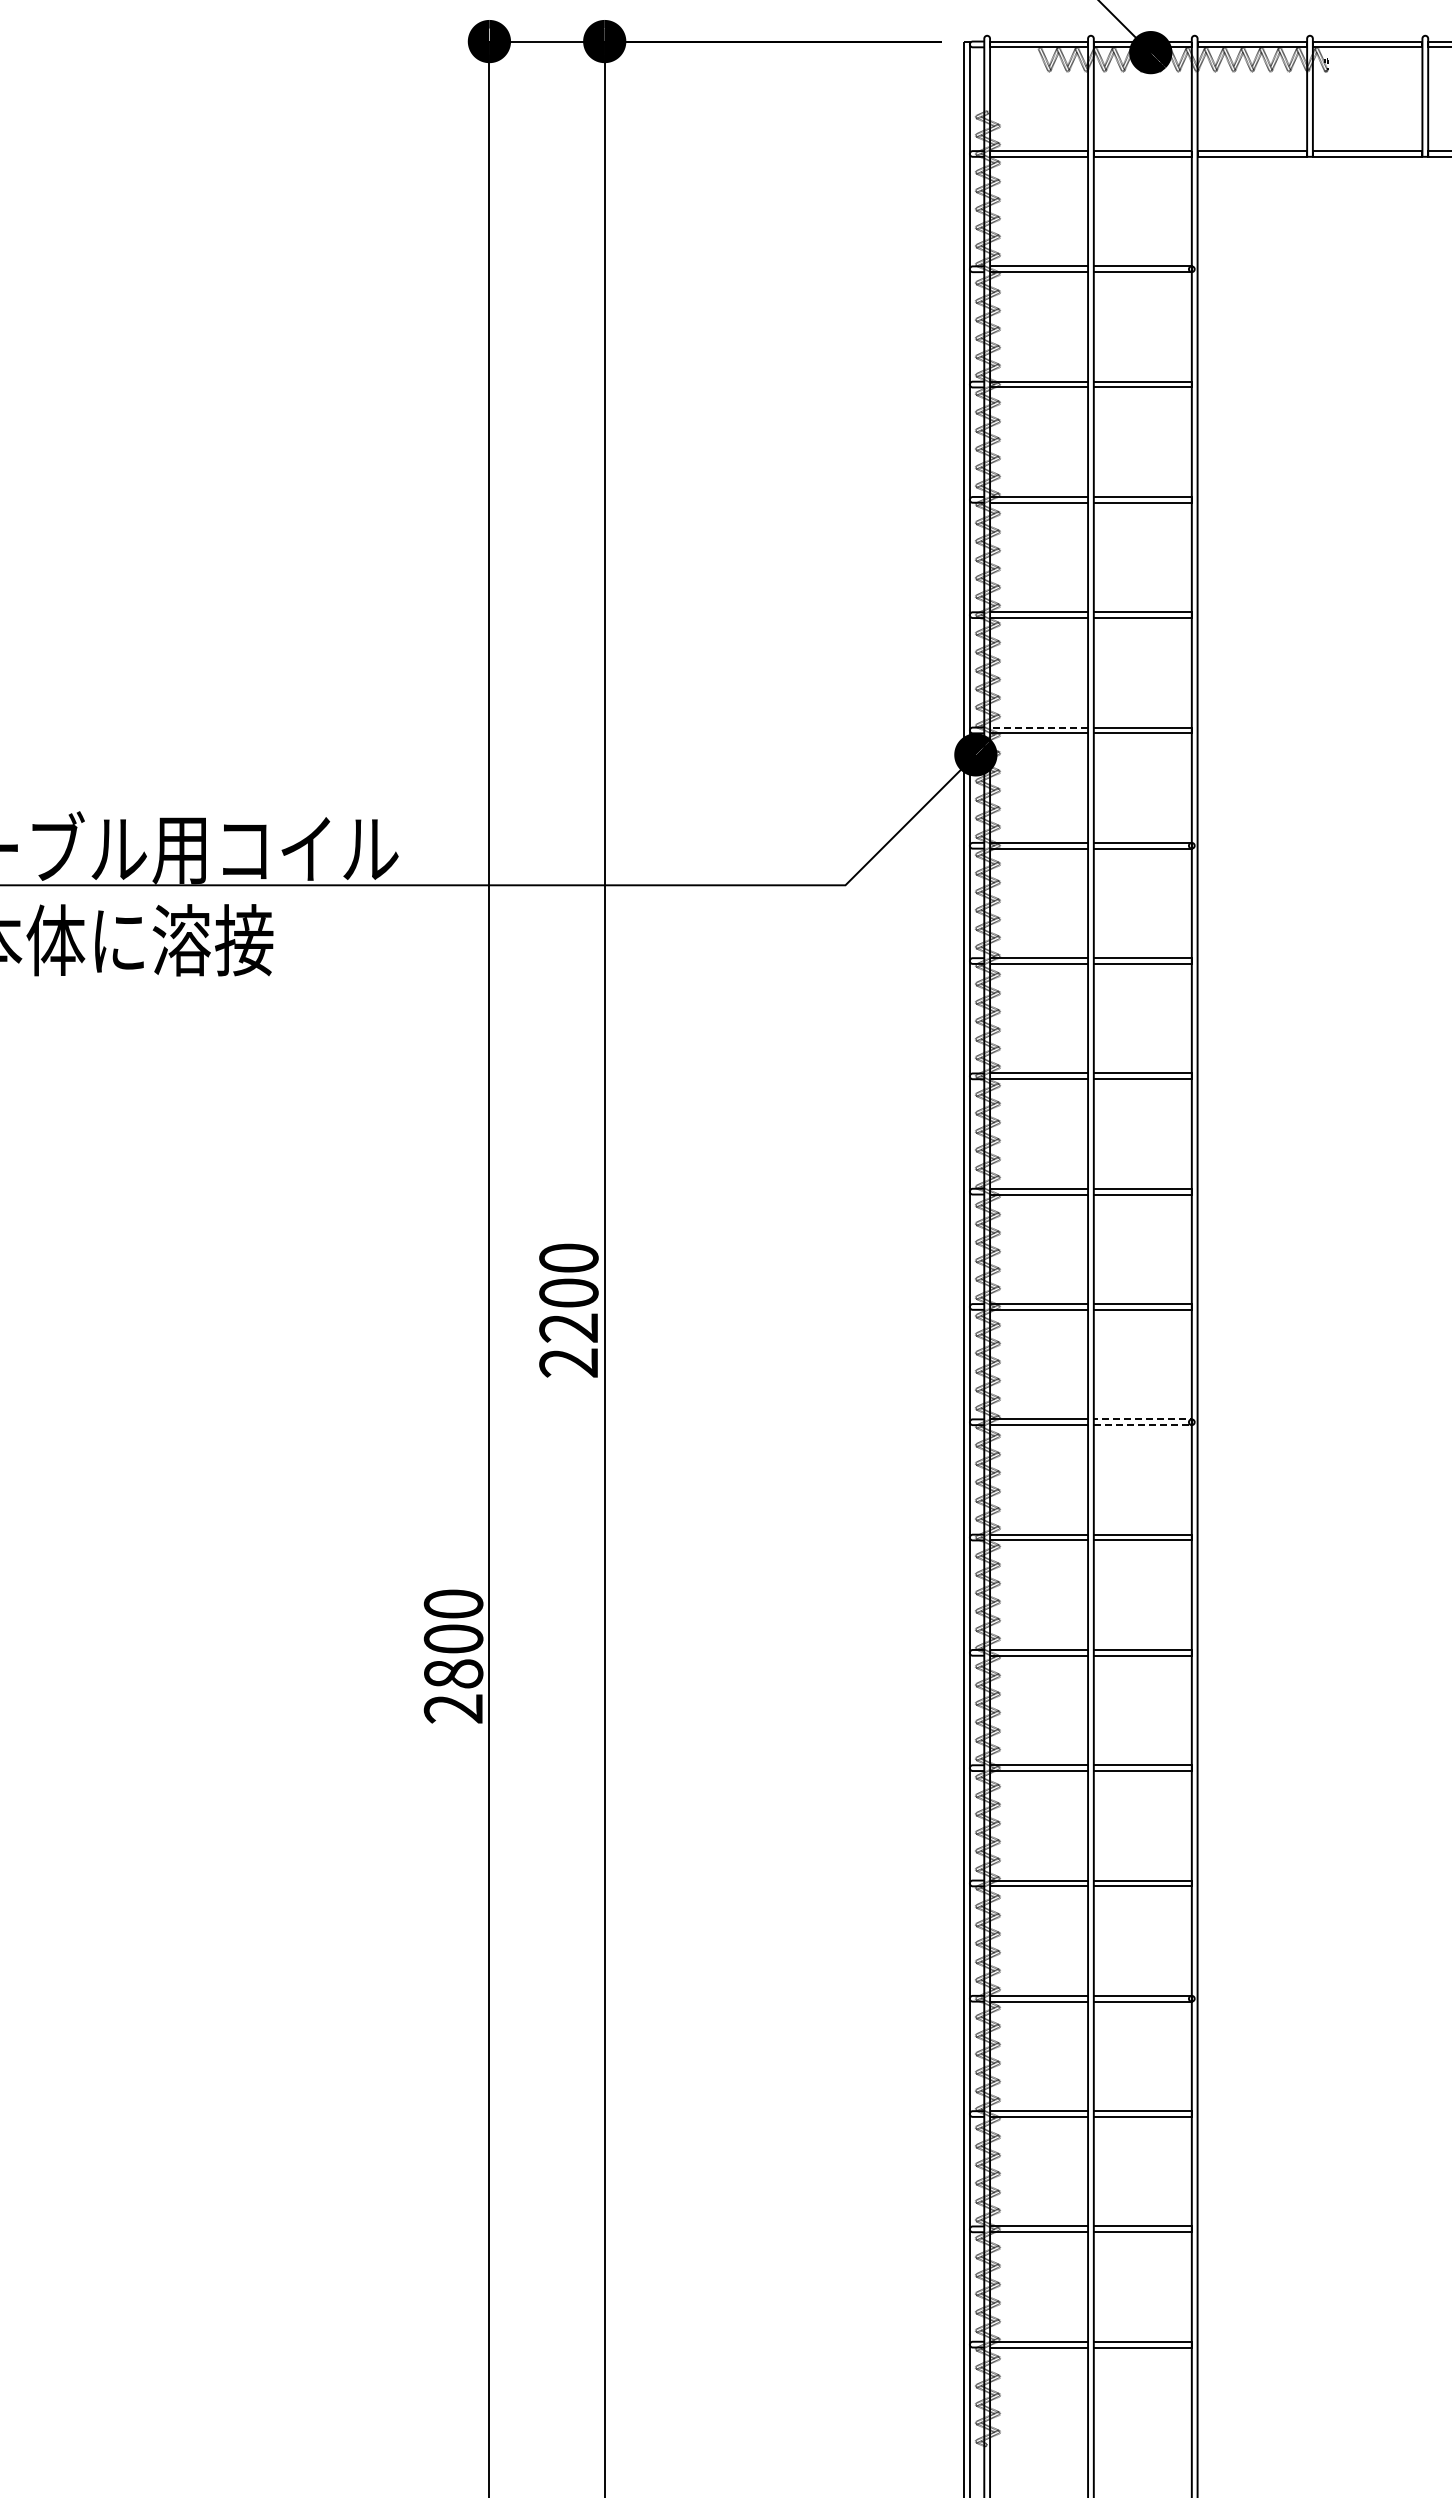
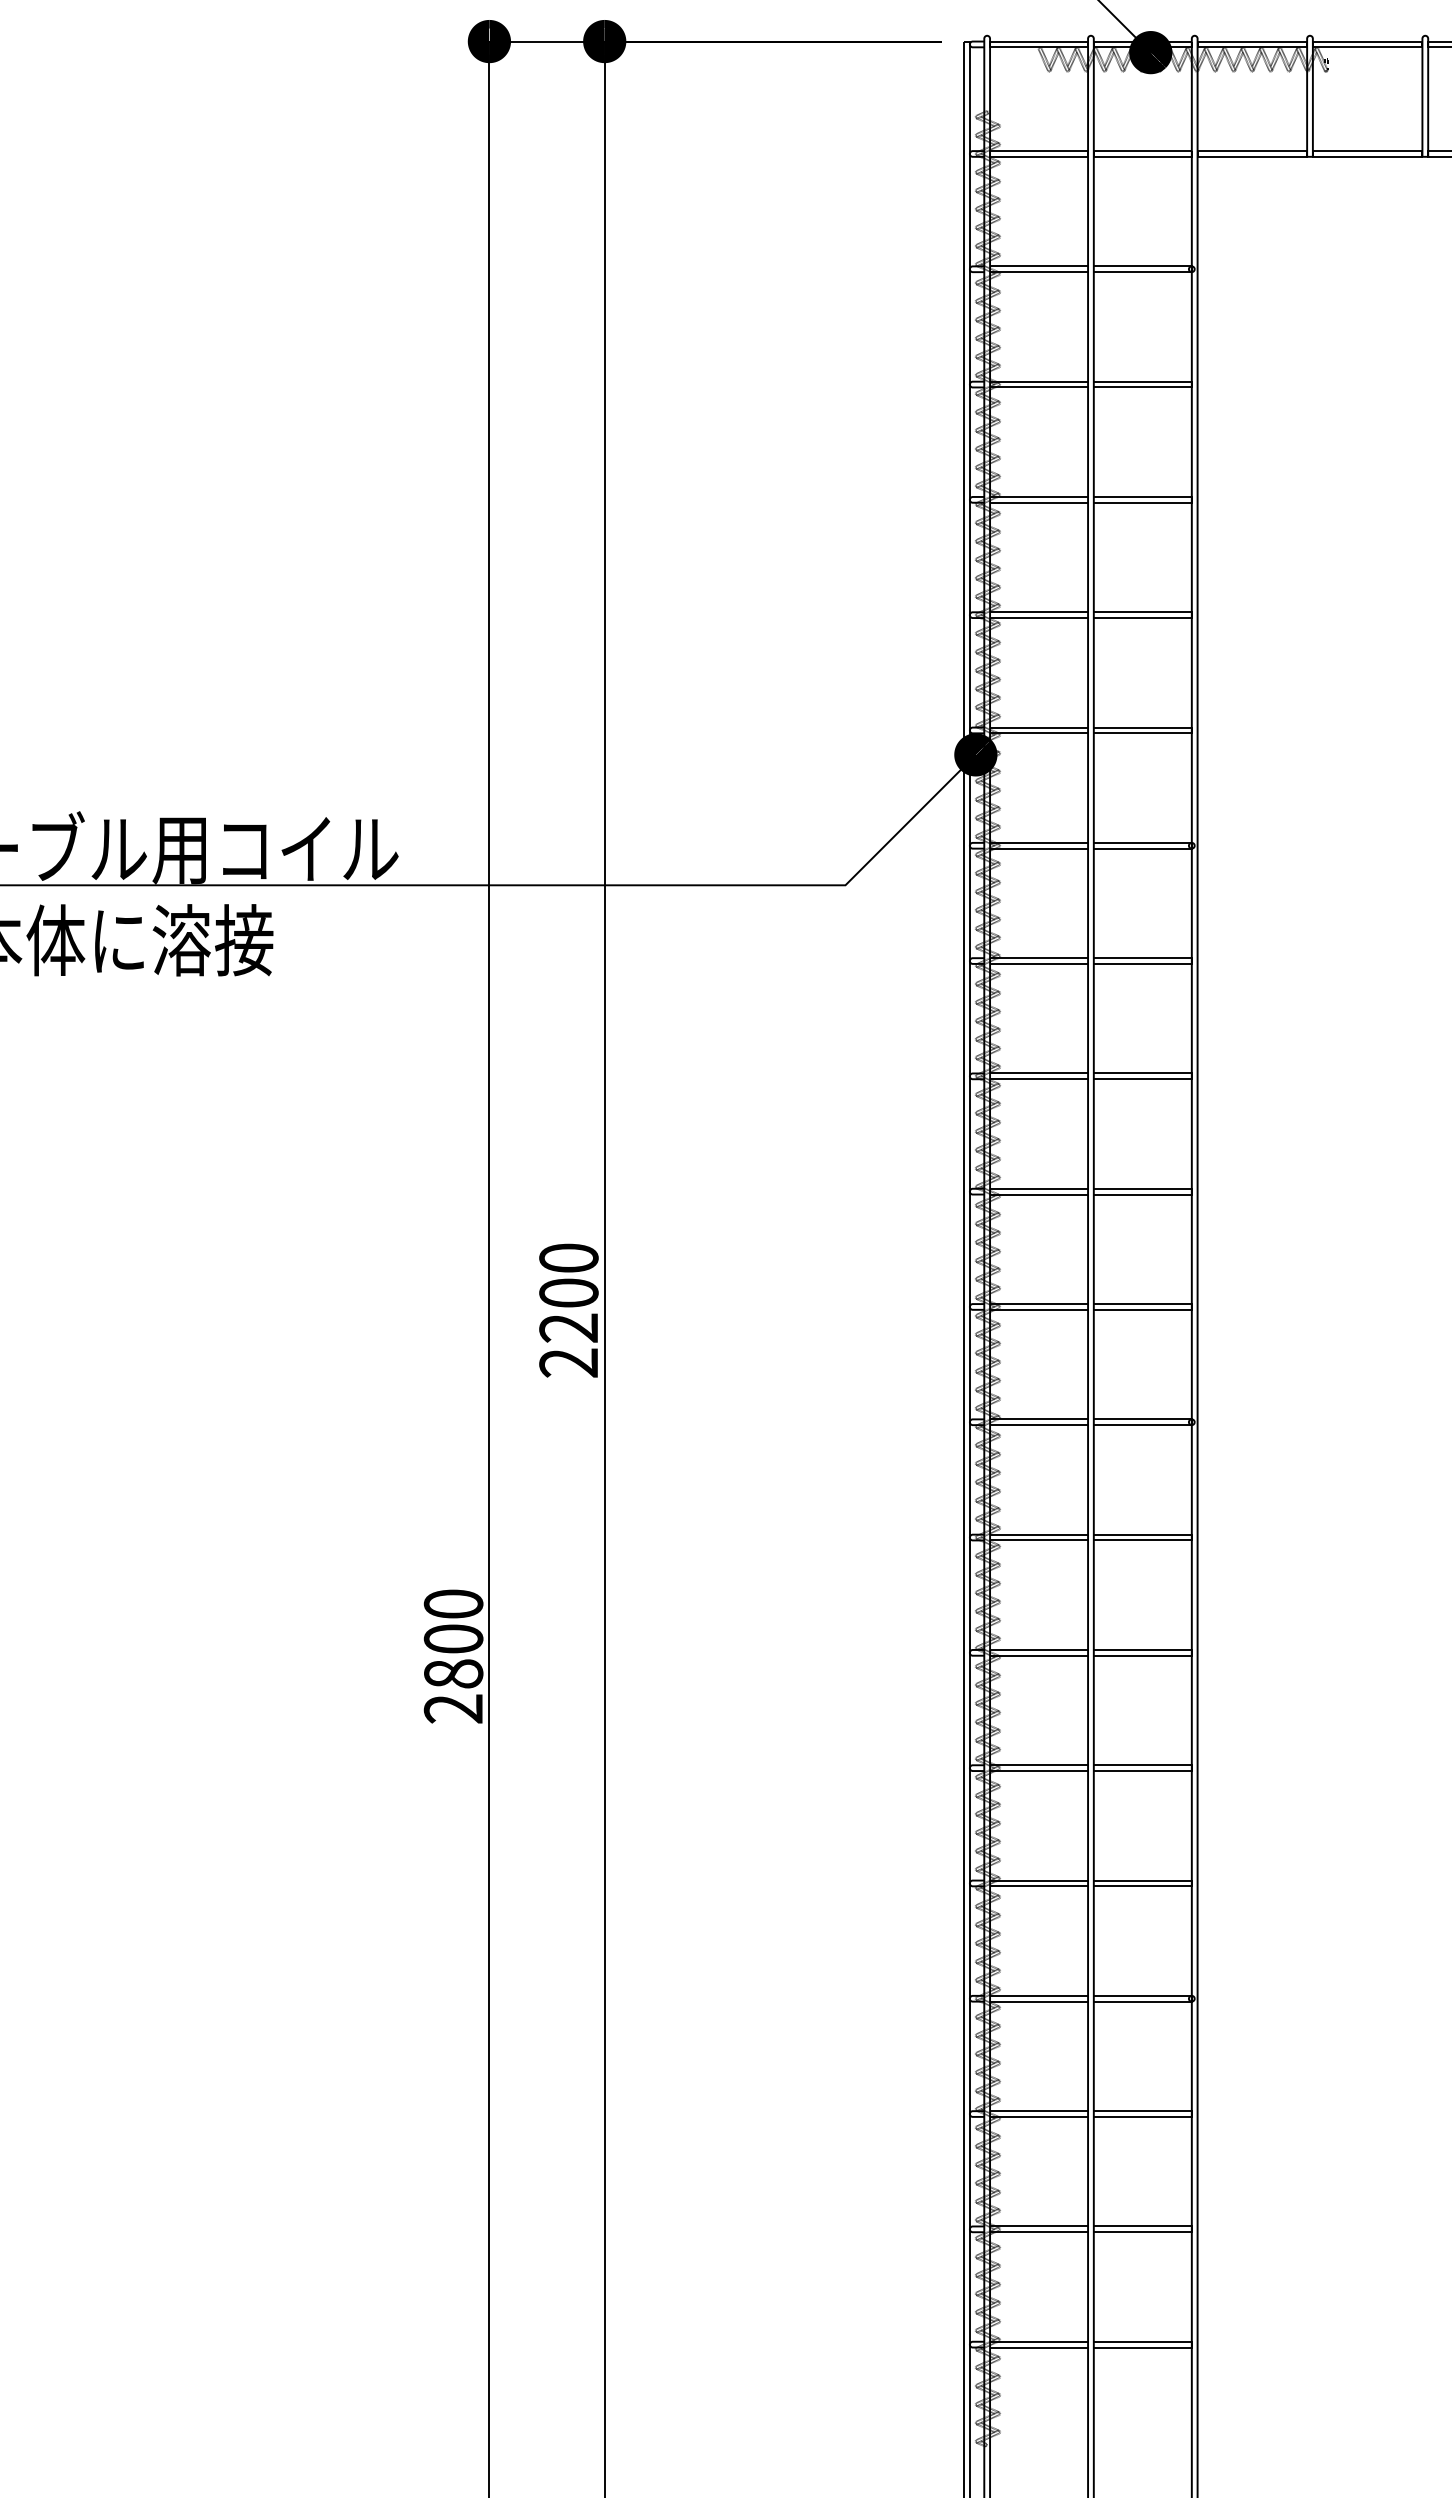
line at (1038, 727): dashed -> solid
line at (1191, 1422): dashed -> solid
